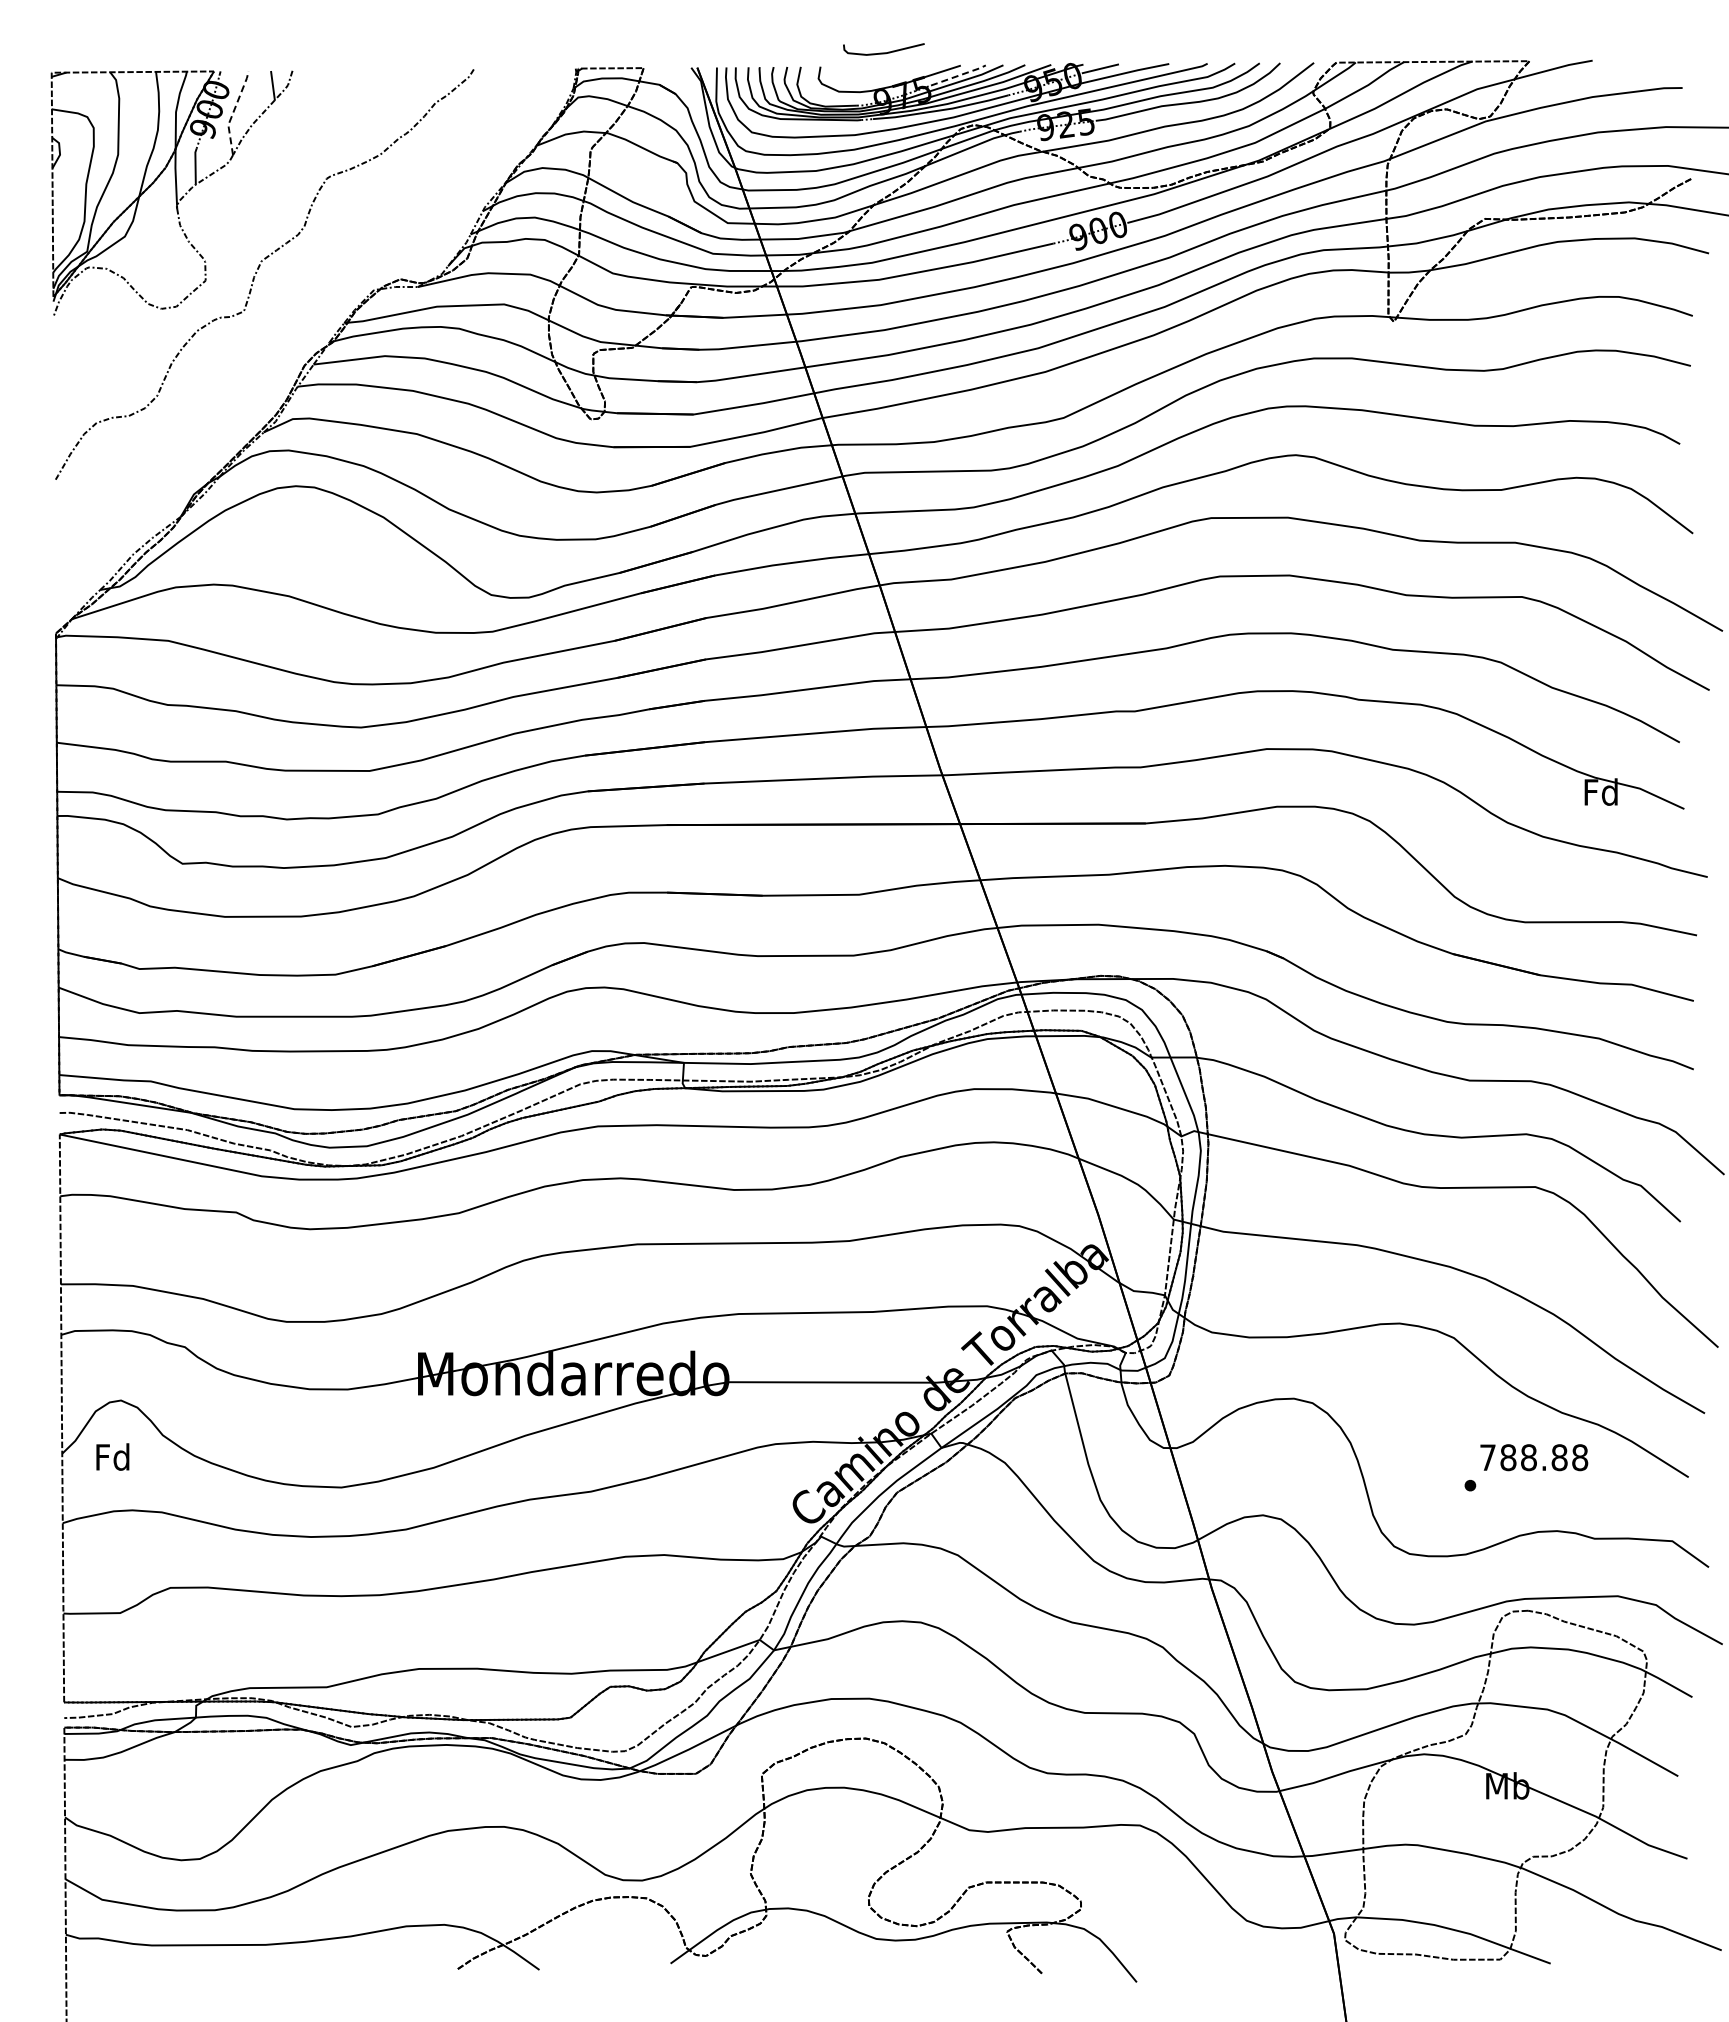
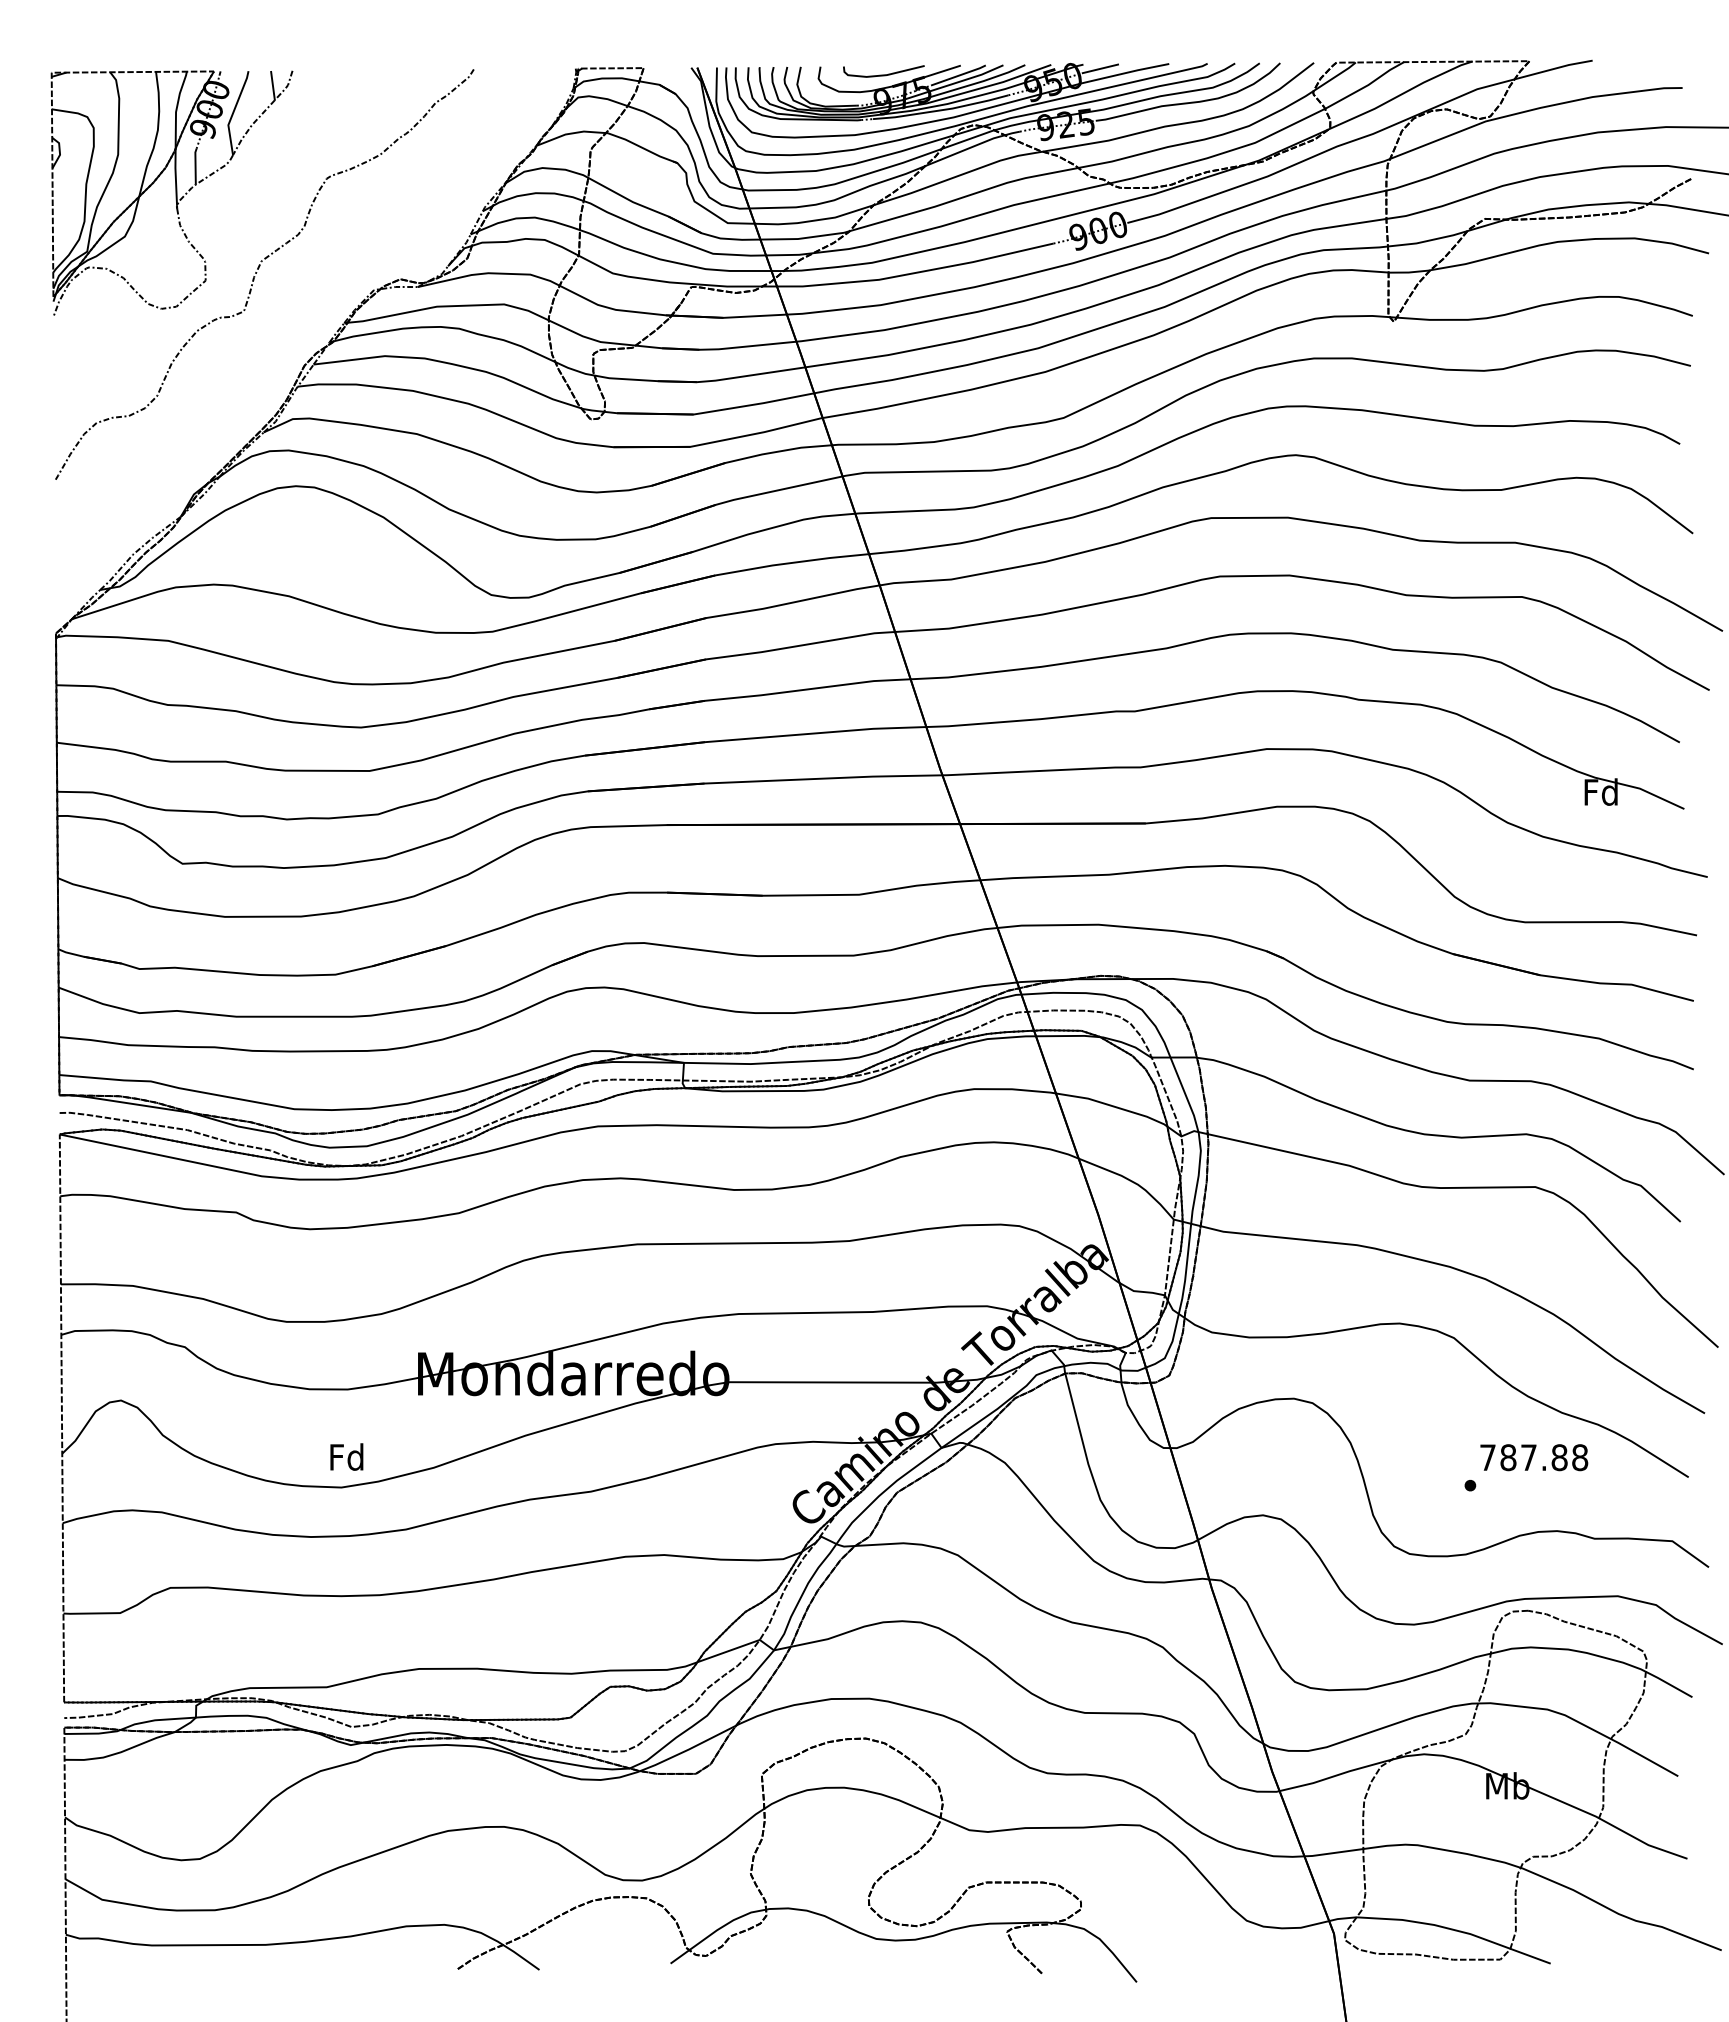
curve at (883, 52) position: (883, 52) -> (883, 74)
line at (959, 75): dashed -> solid
line at (233, 112): dashed -> solid
text at (112, 1456) position: (112, 1456) -> (346, 1456)
text at (1528, 1457): 788.88 -> 787.88
